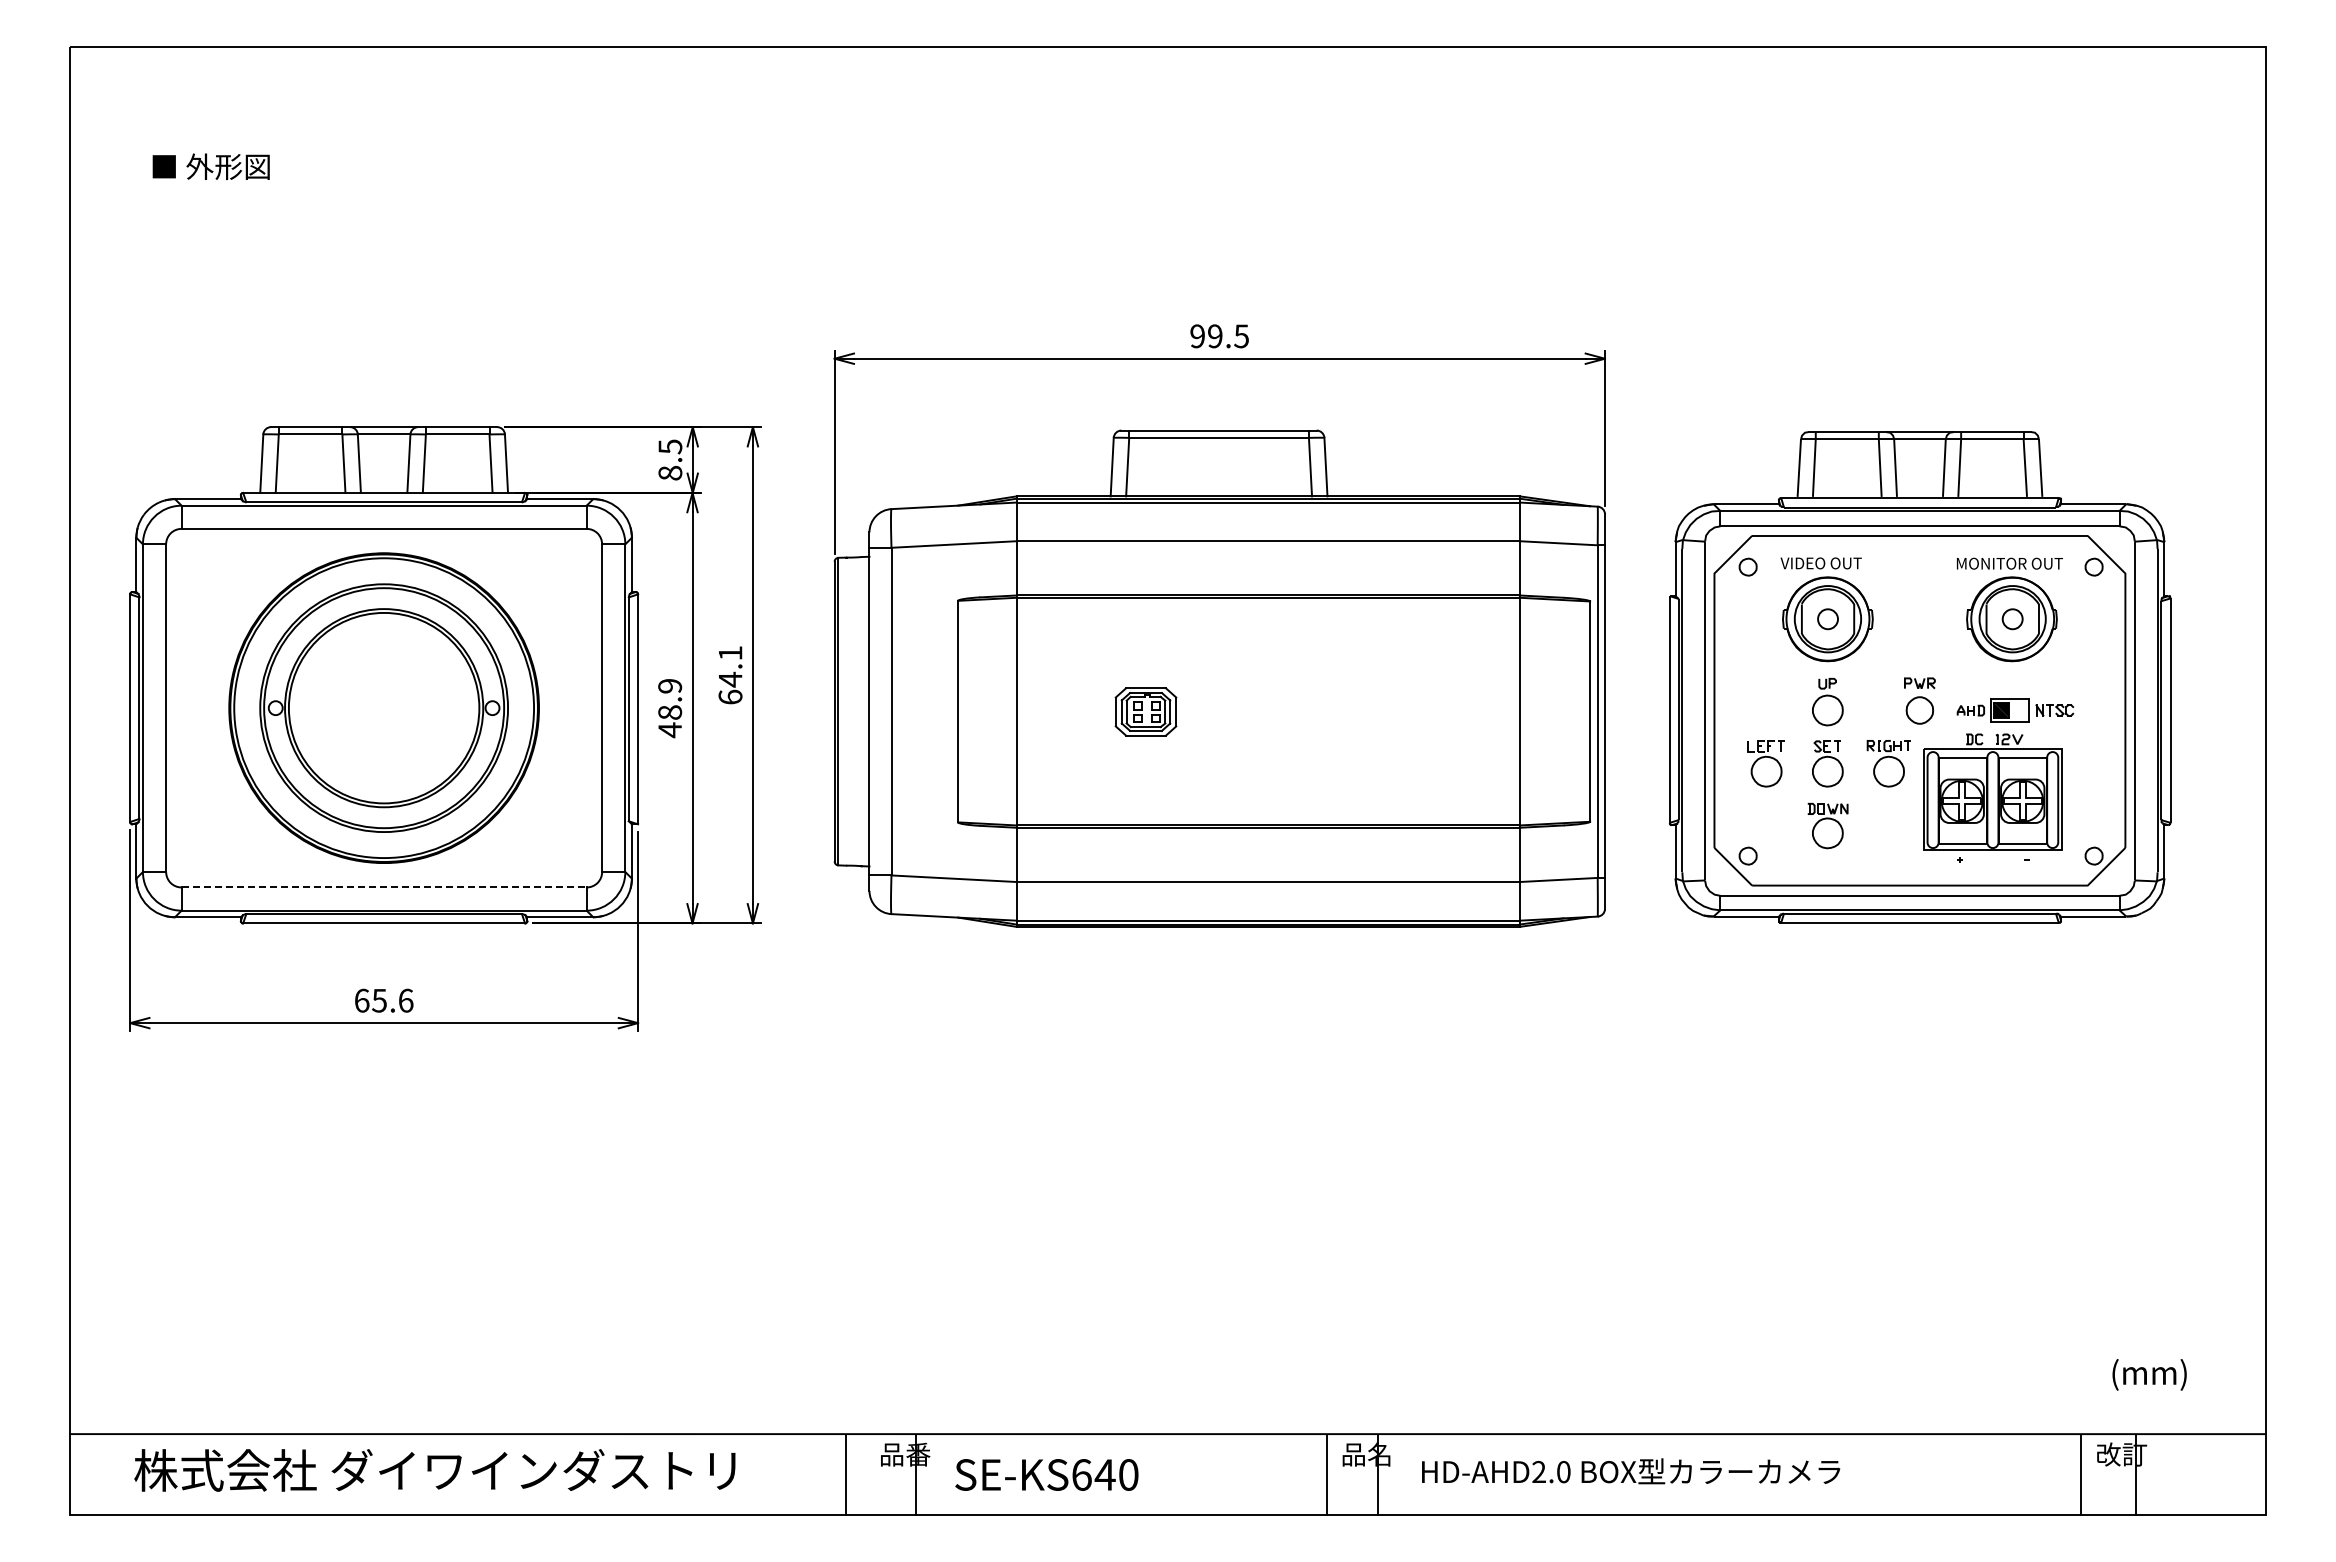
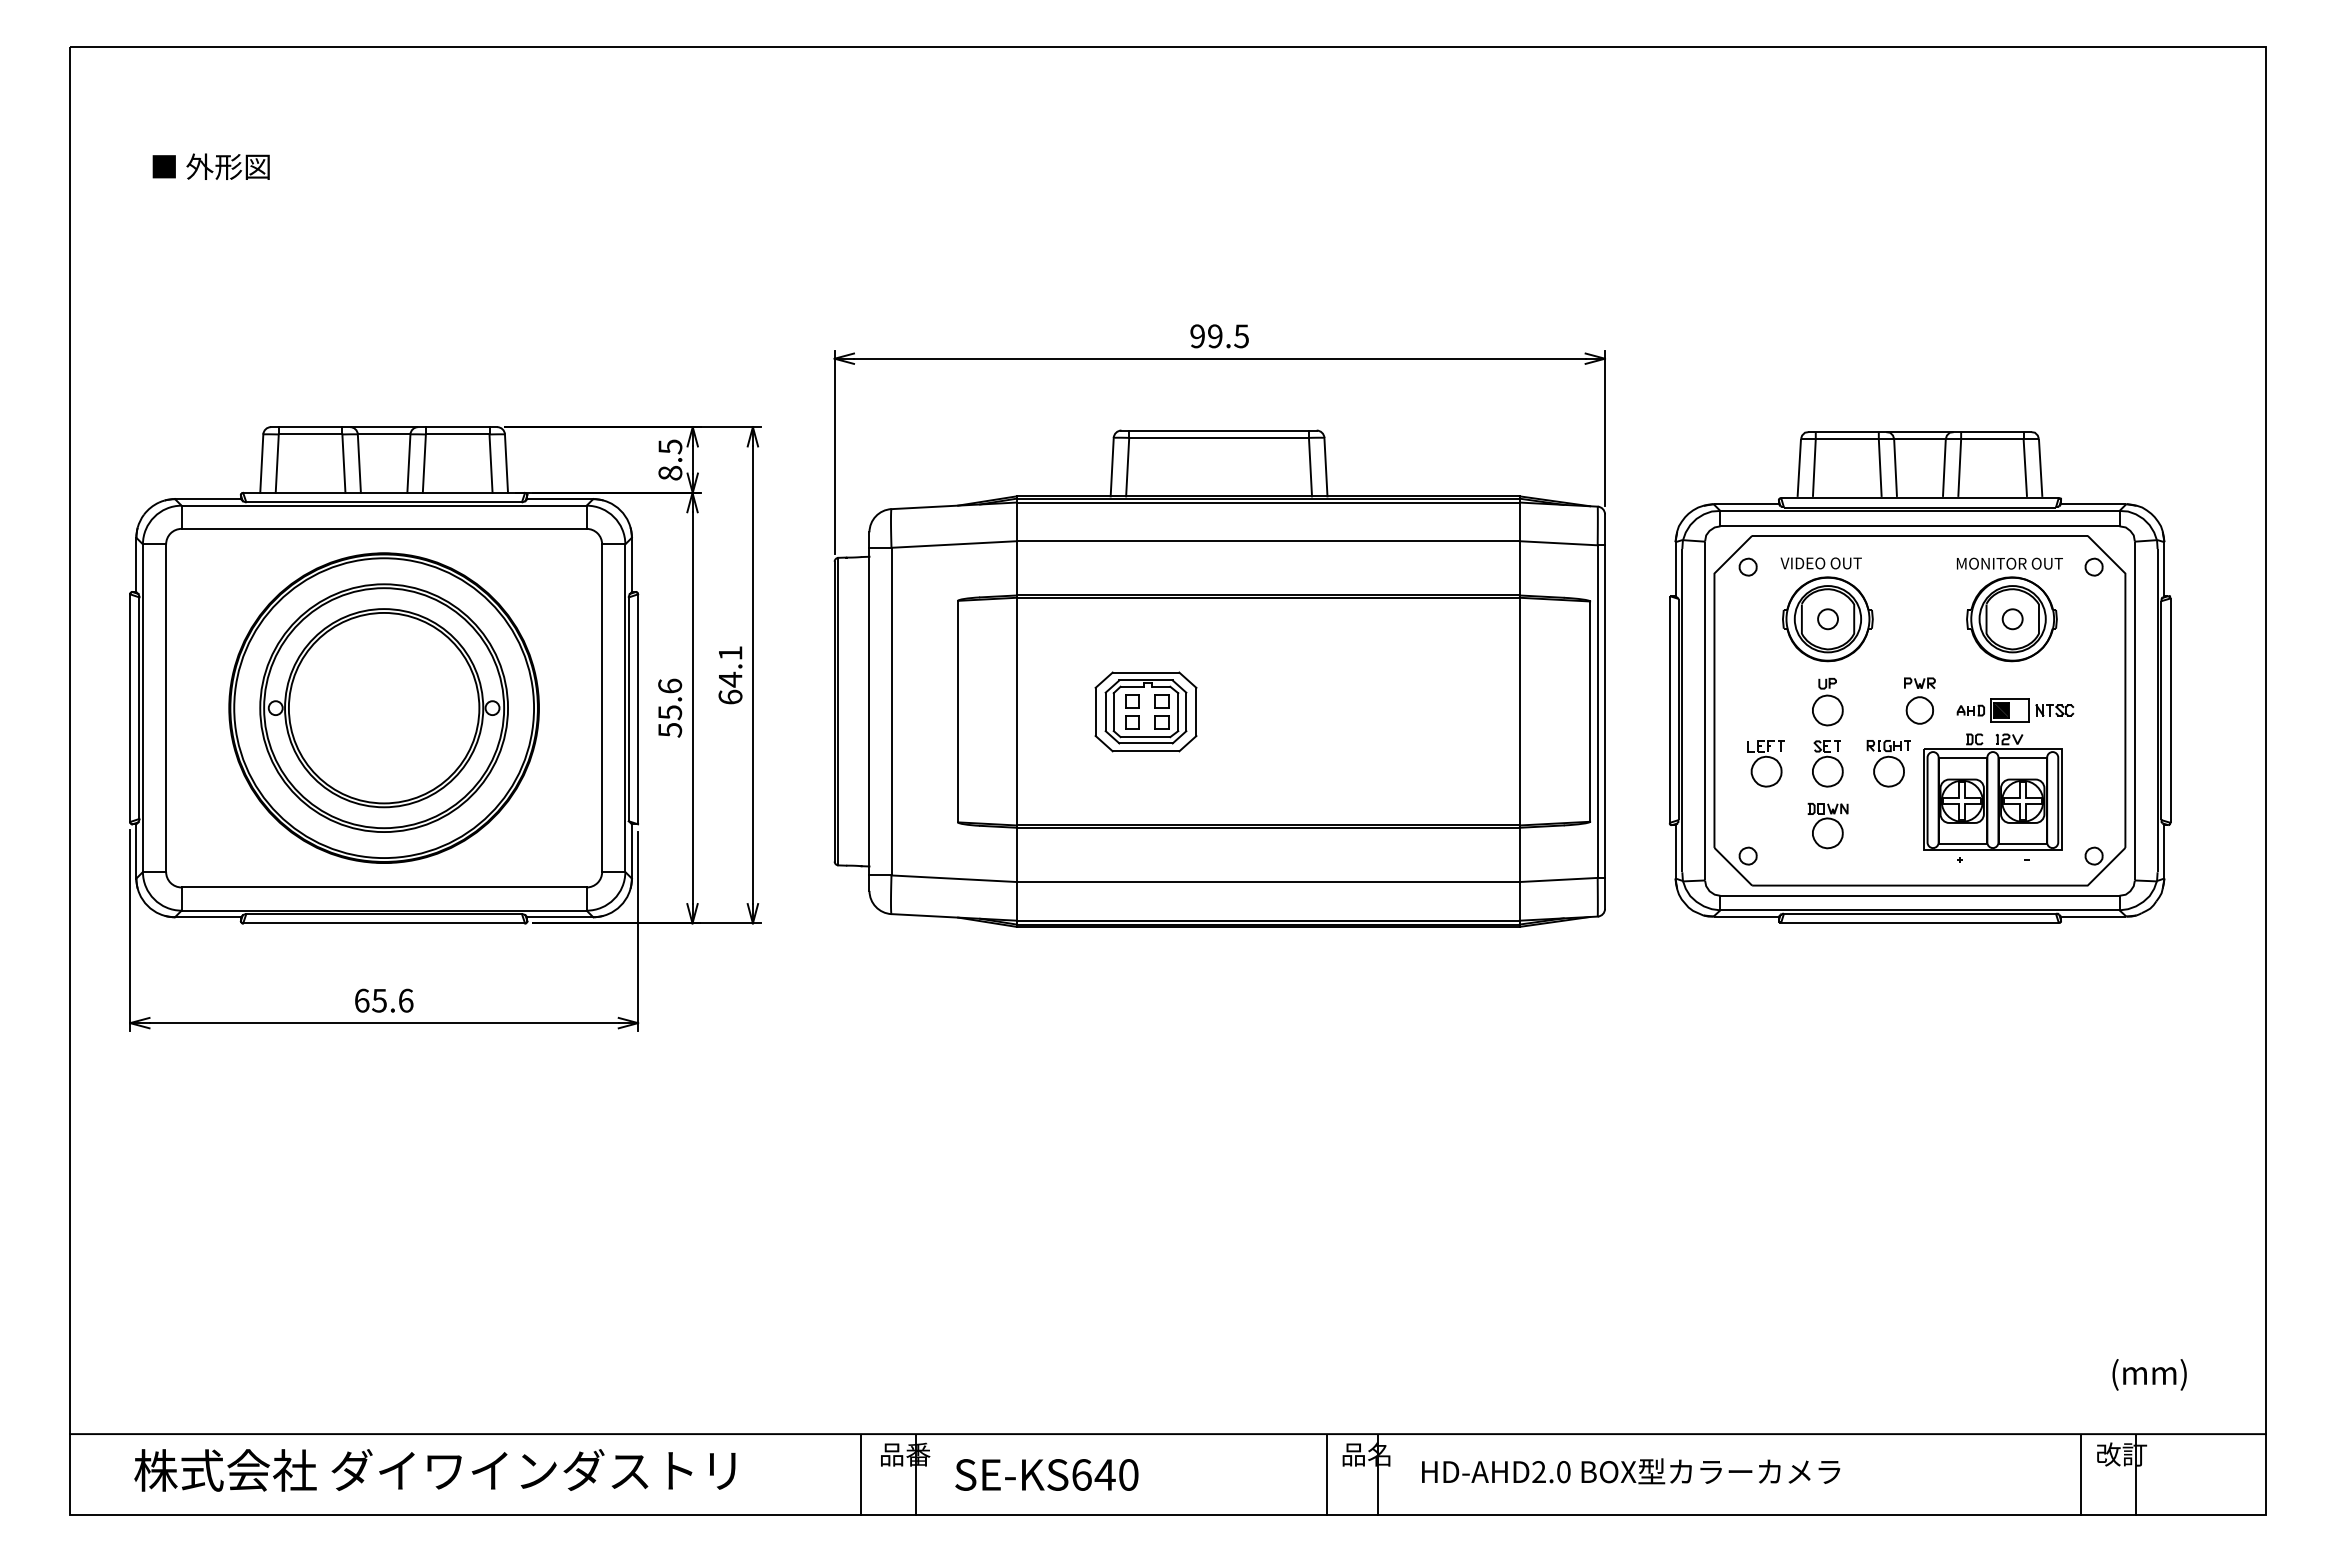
text at (670, 708): 48.9 -> 55.6
part at (1145, 711) size: 64x50 px -> 104x82 px
line at (384, 887): dashed -> solid
line at (845, 1475) position: (845, 1475) -> (860, 1475)
